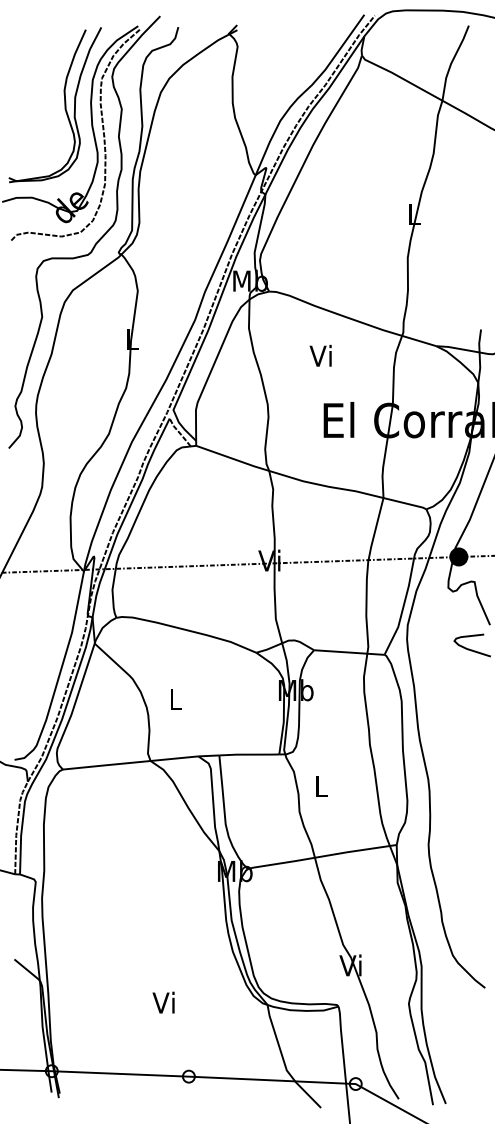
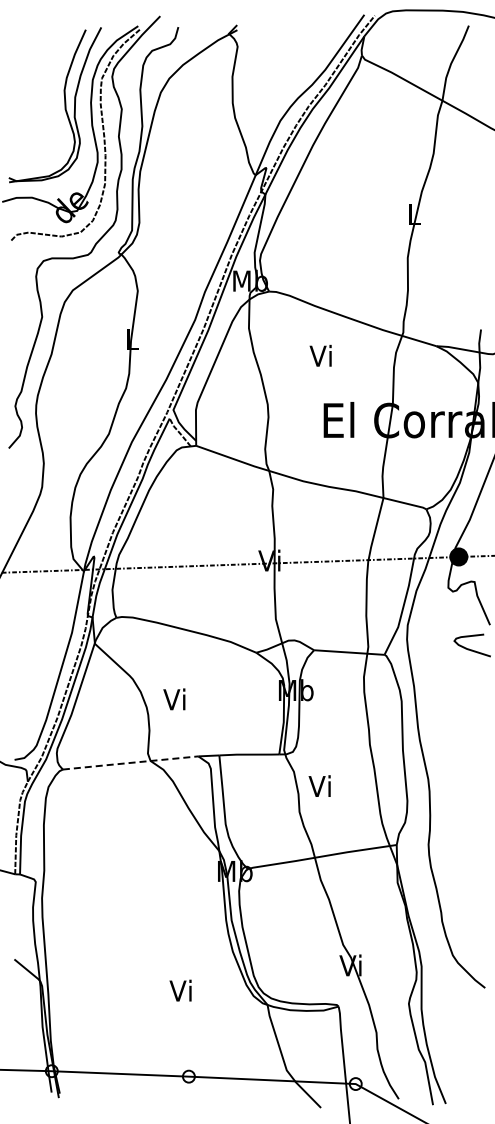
text at (174, 699): L -> Vi
line at (129, 762): solid -> dashed
text at (319, 785): L -> Vi
text at (163, 1002) position: (163, 1002) -> (180, 990)
